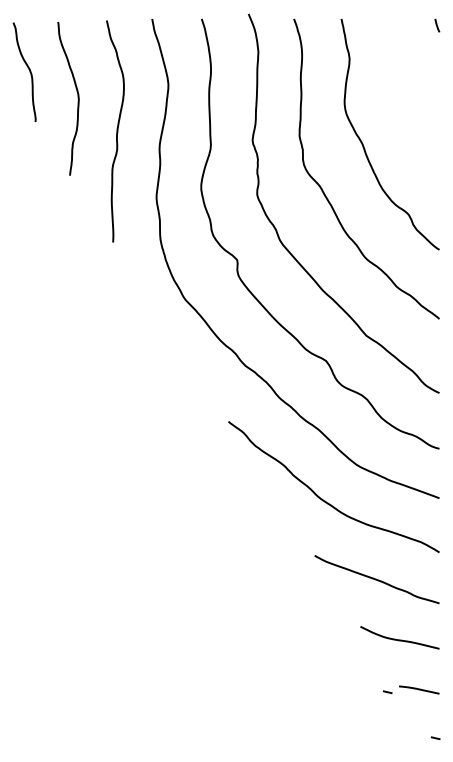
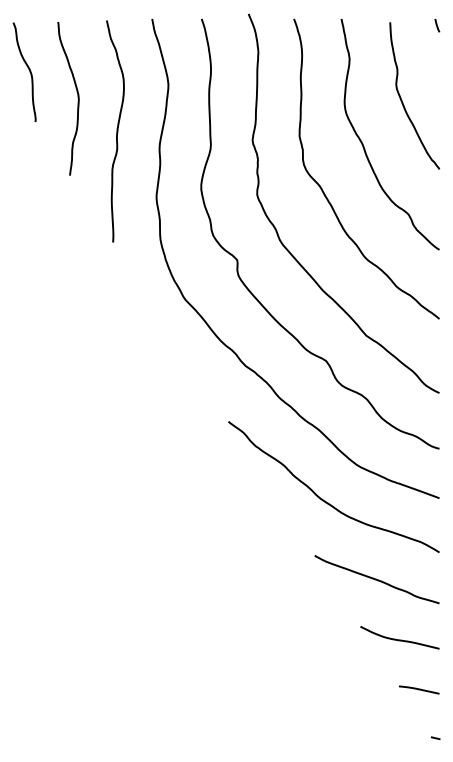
curve at (402, 100): none -> present
line at (387, 692): present -> none
